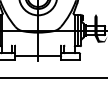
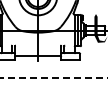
line at (54, 78): solid -> dashed
